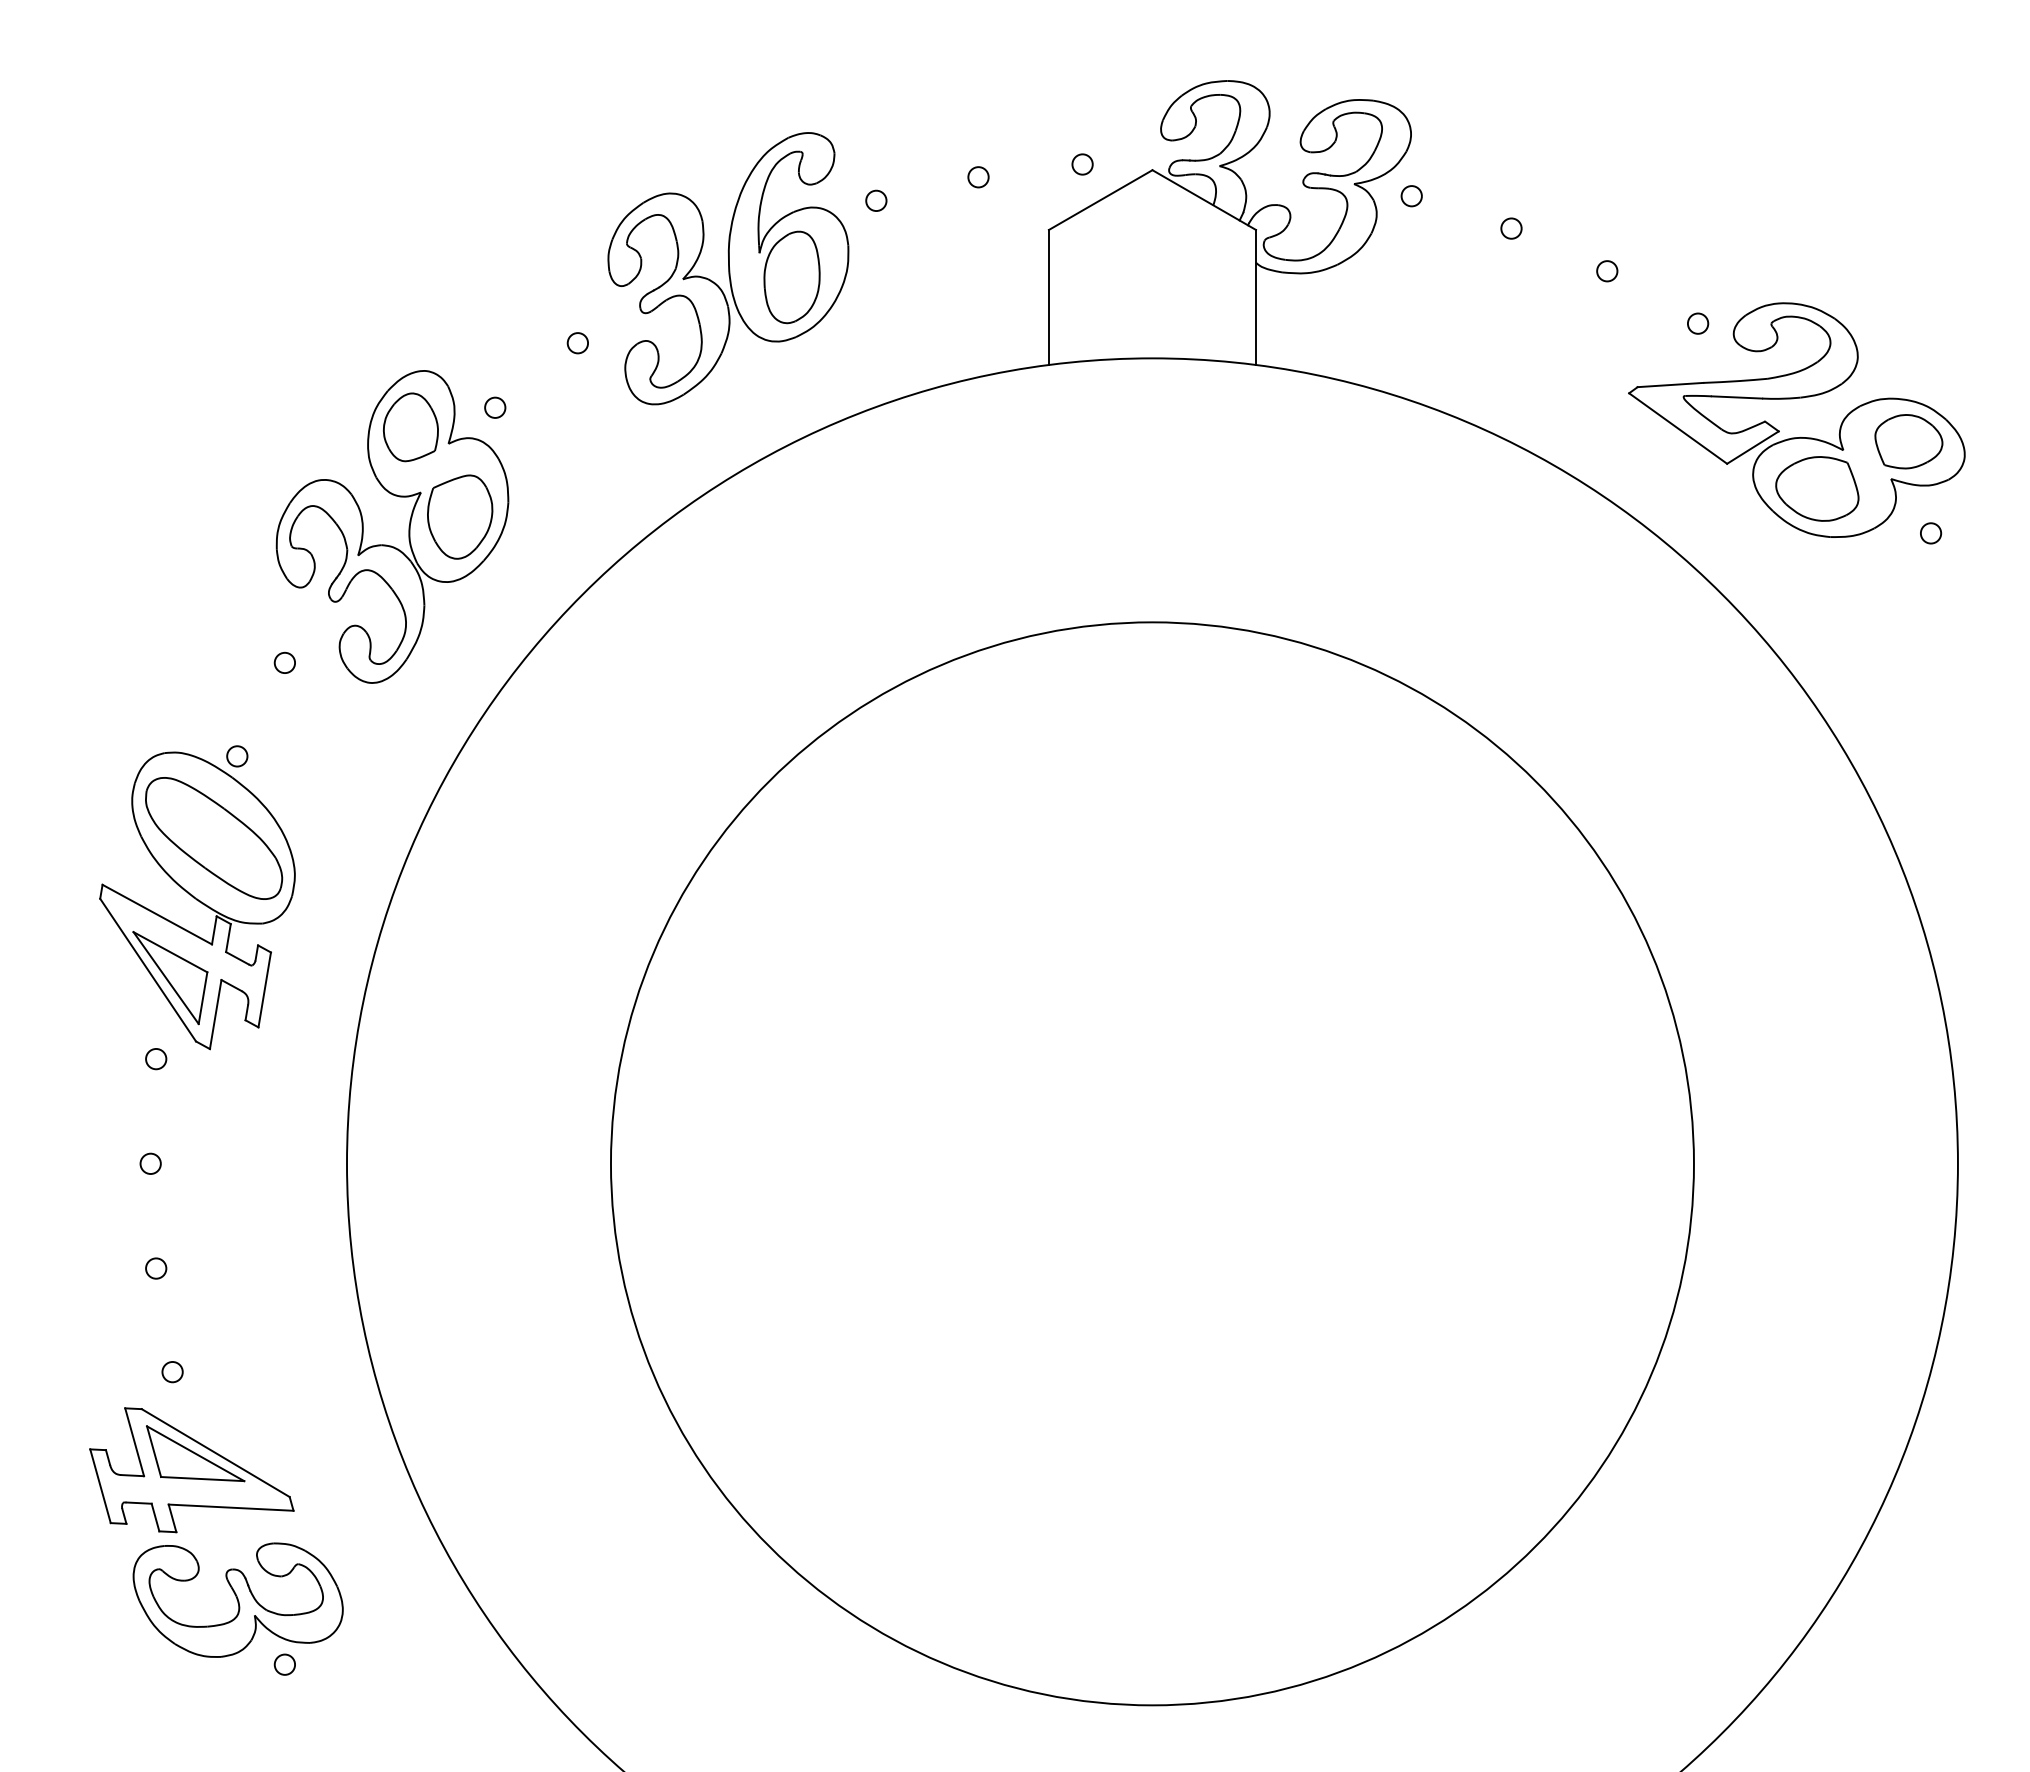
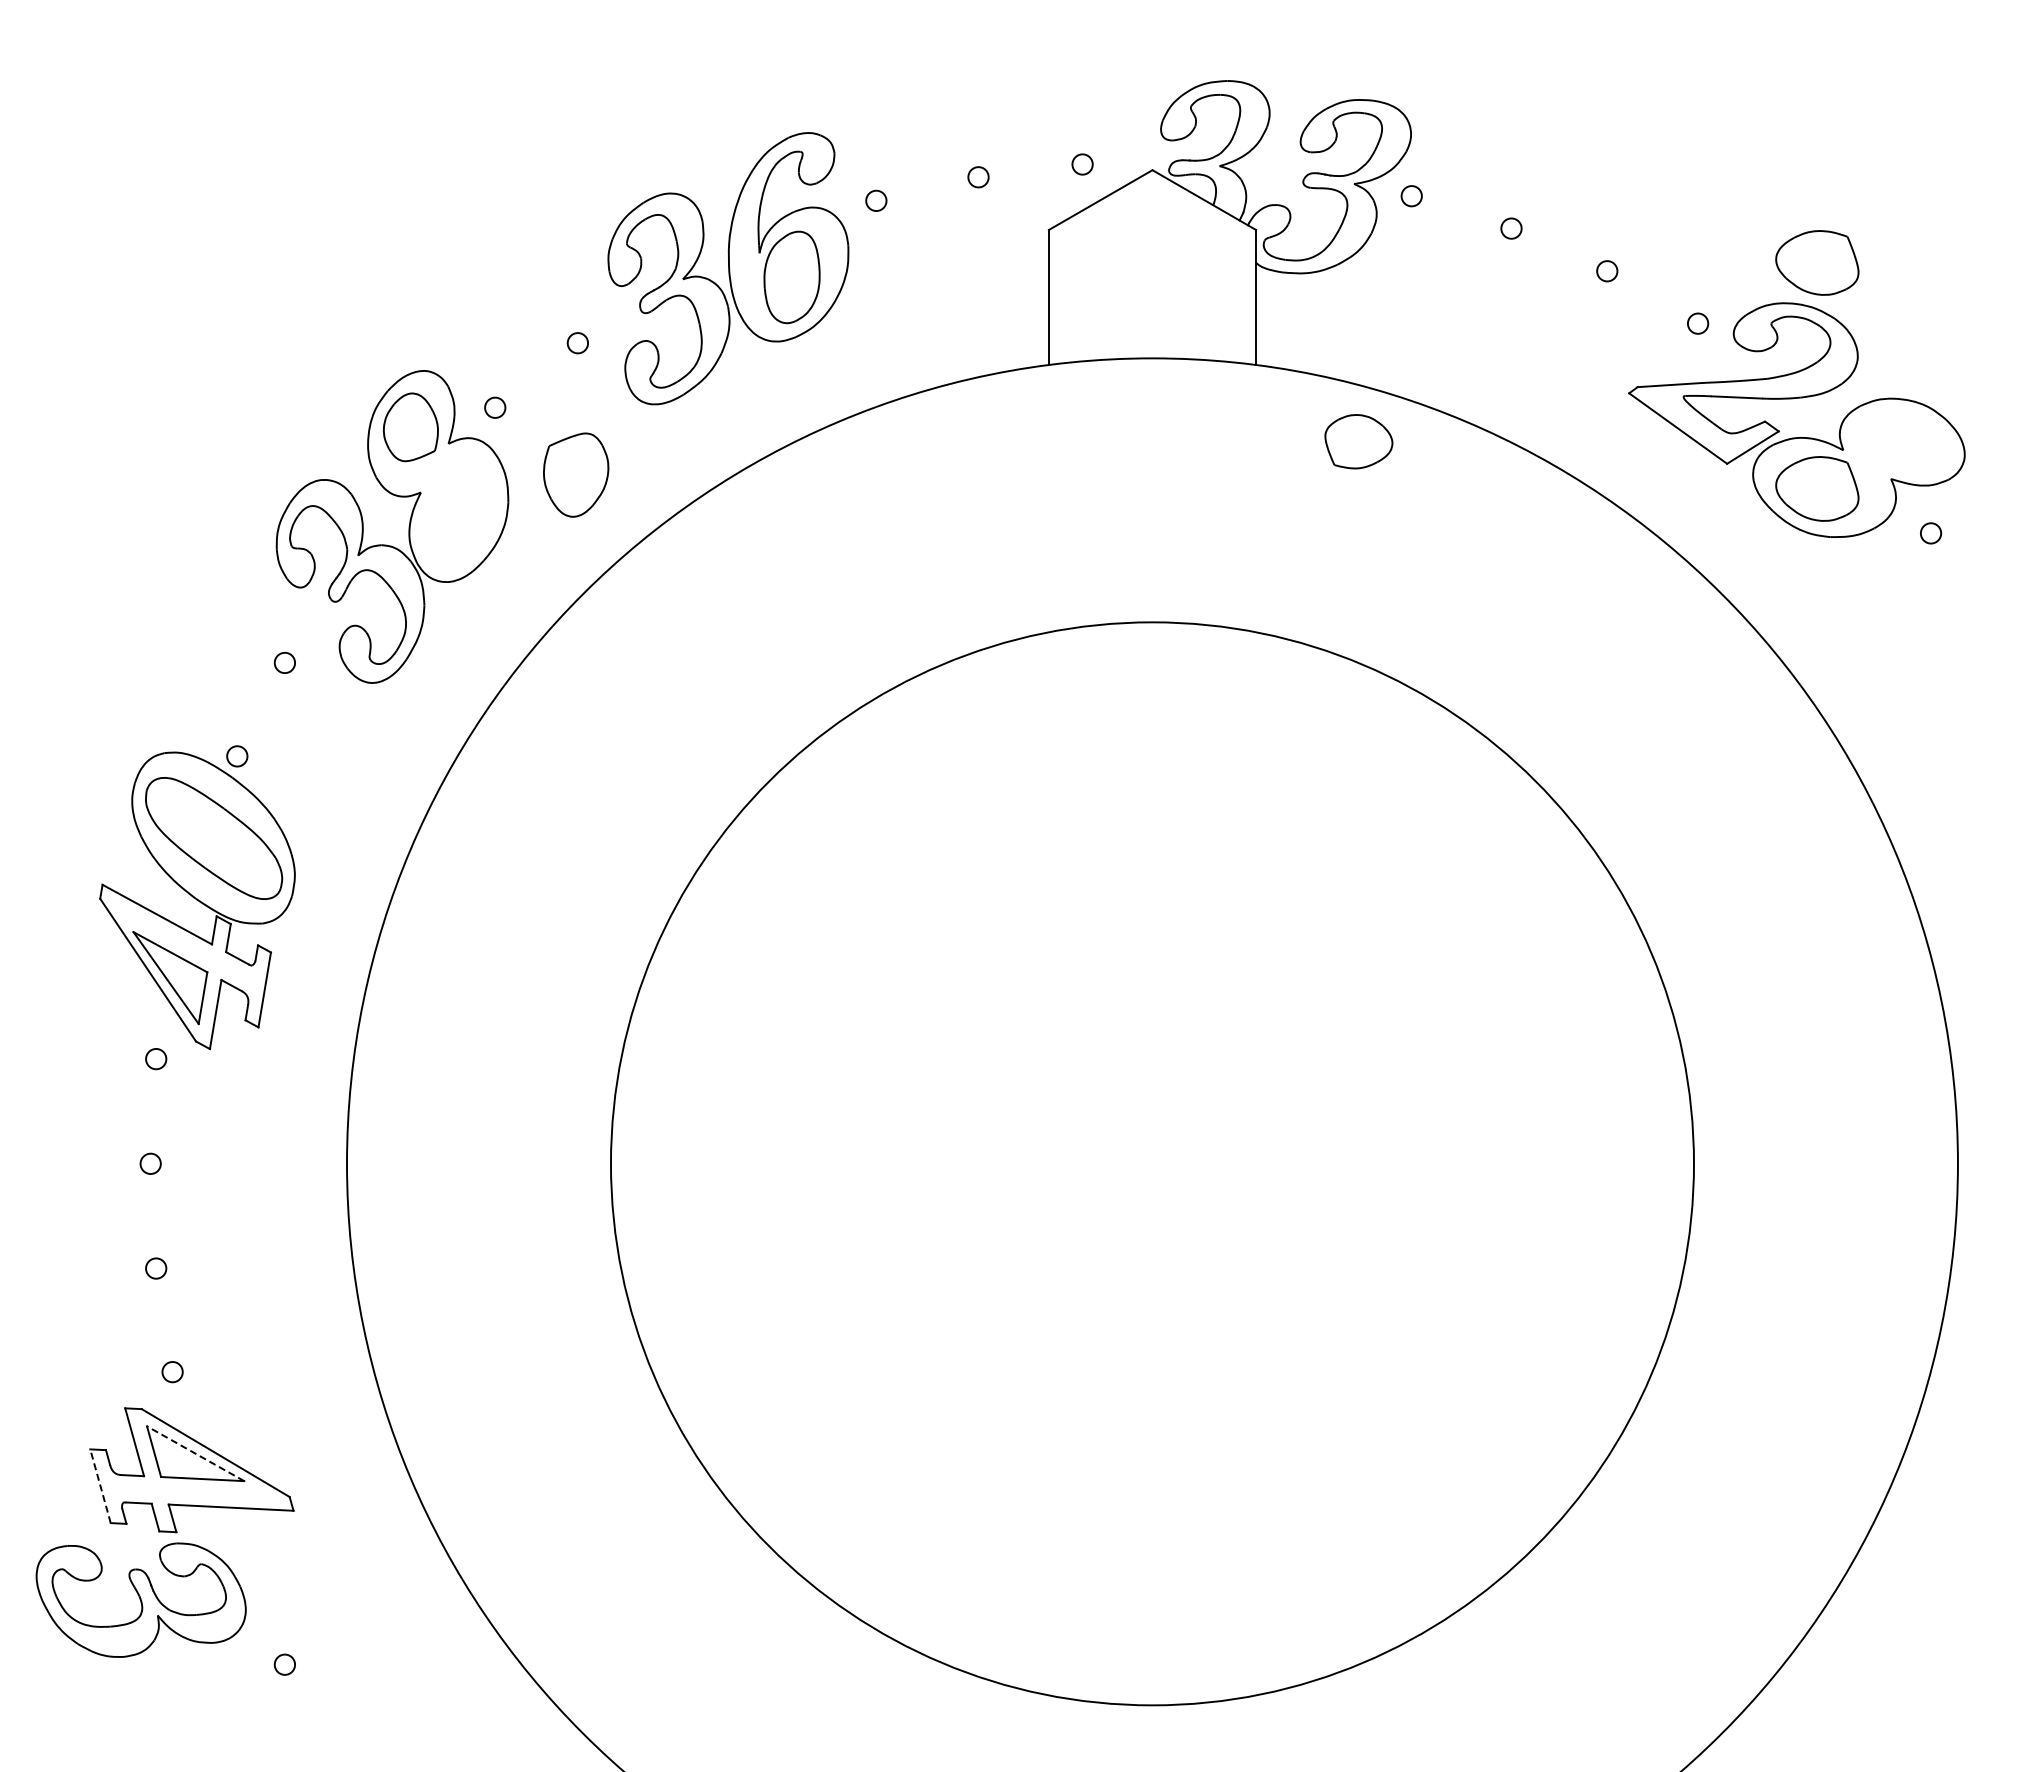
part at (1817, 262): none -> present
part at (1908, 441) position: (1908, 441) -> (1358, 441)
part at (460, 516) position: (460, 516) -> (576, 474)
line at (195, 1453): solid -> dashed
line at (100, 1485): solid -> dashed
part at (237, 1599) position: (237, 1599) -> (140, 1599)
